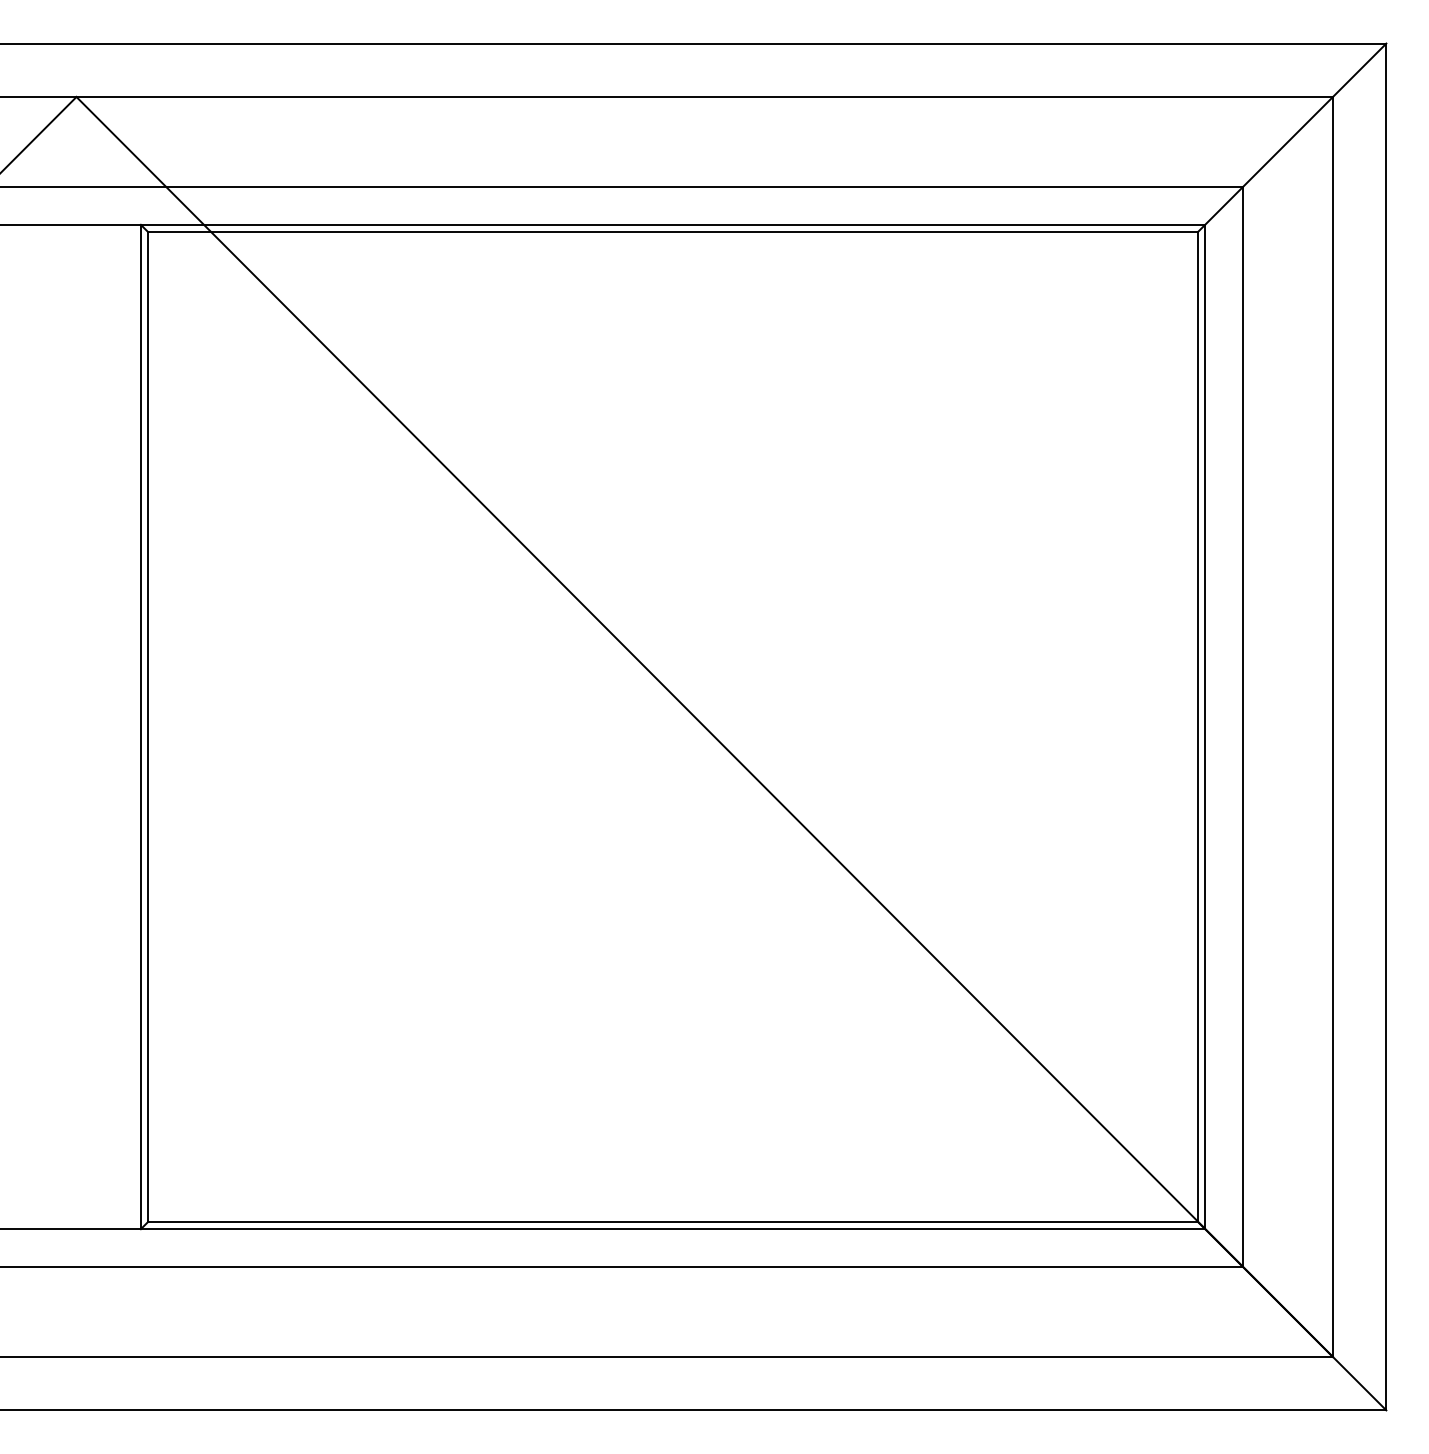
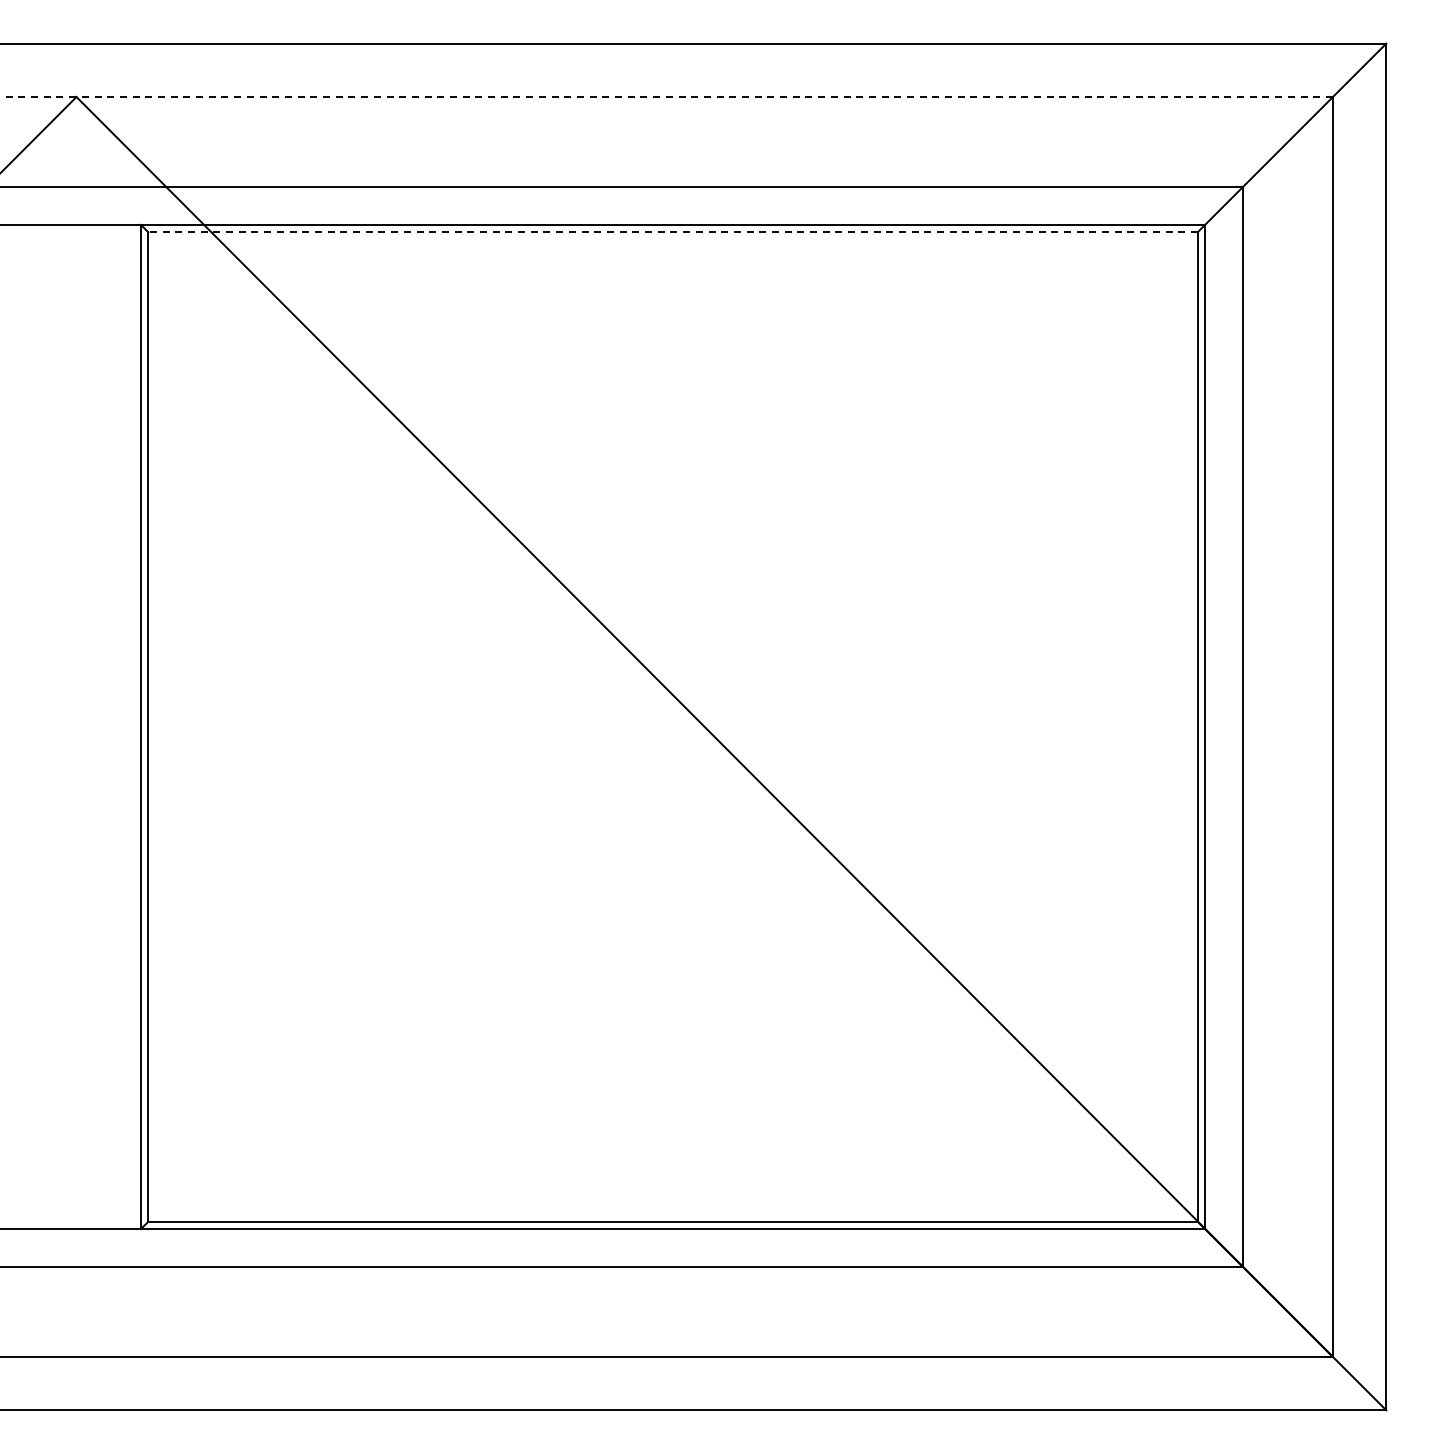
line at (665, 97): solid -> dashed
line at (673, 232): solid -> dashed
